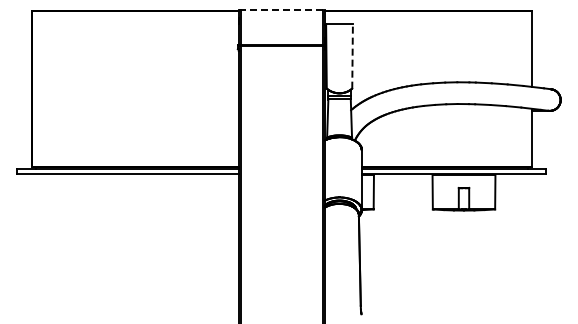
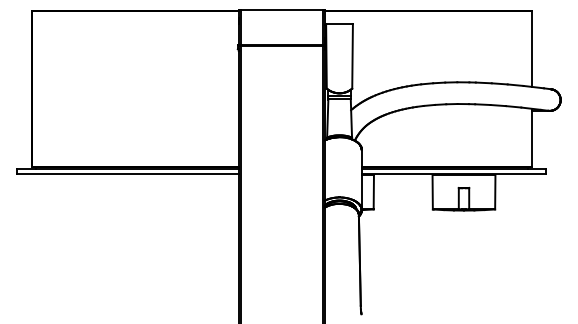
line at (281, 9): dashed -> solid
line at (352, 55): dashed -> solid
